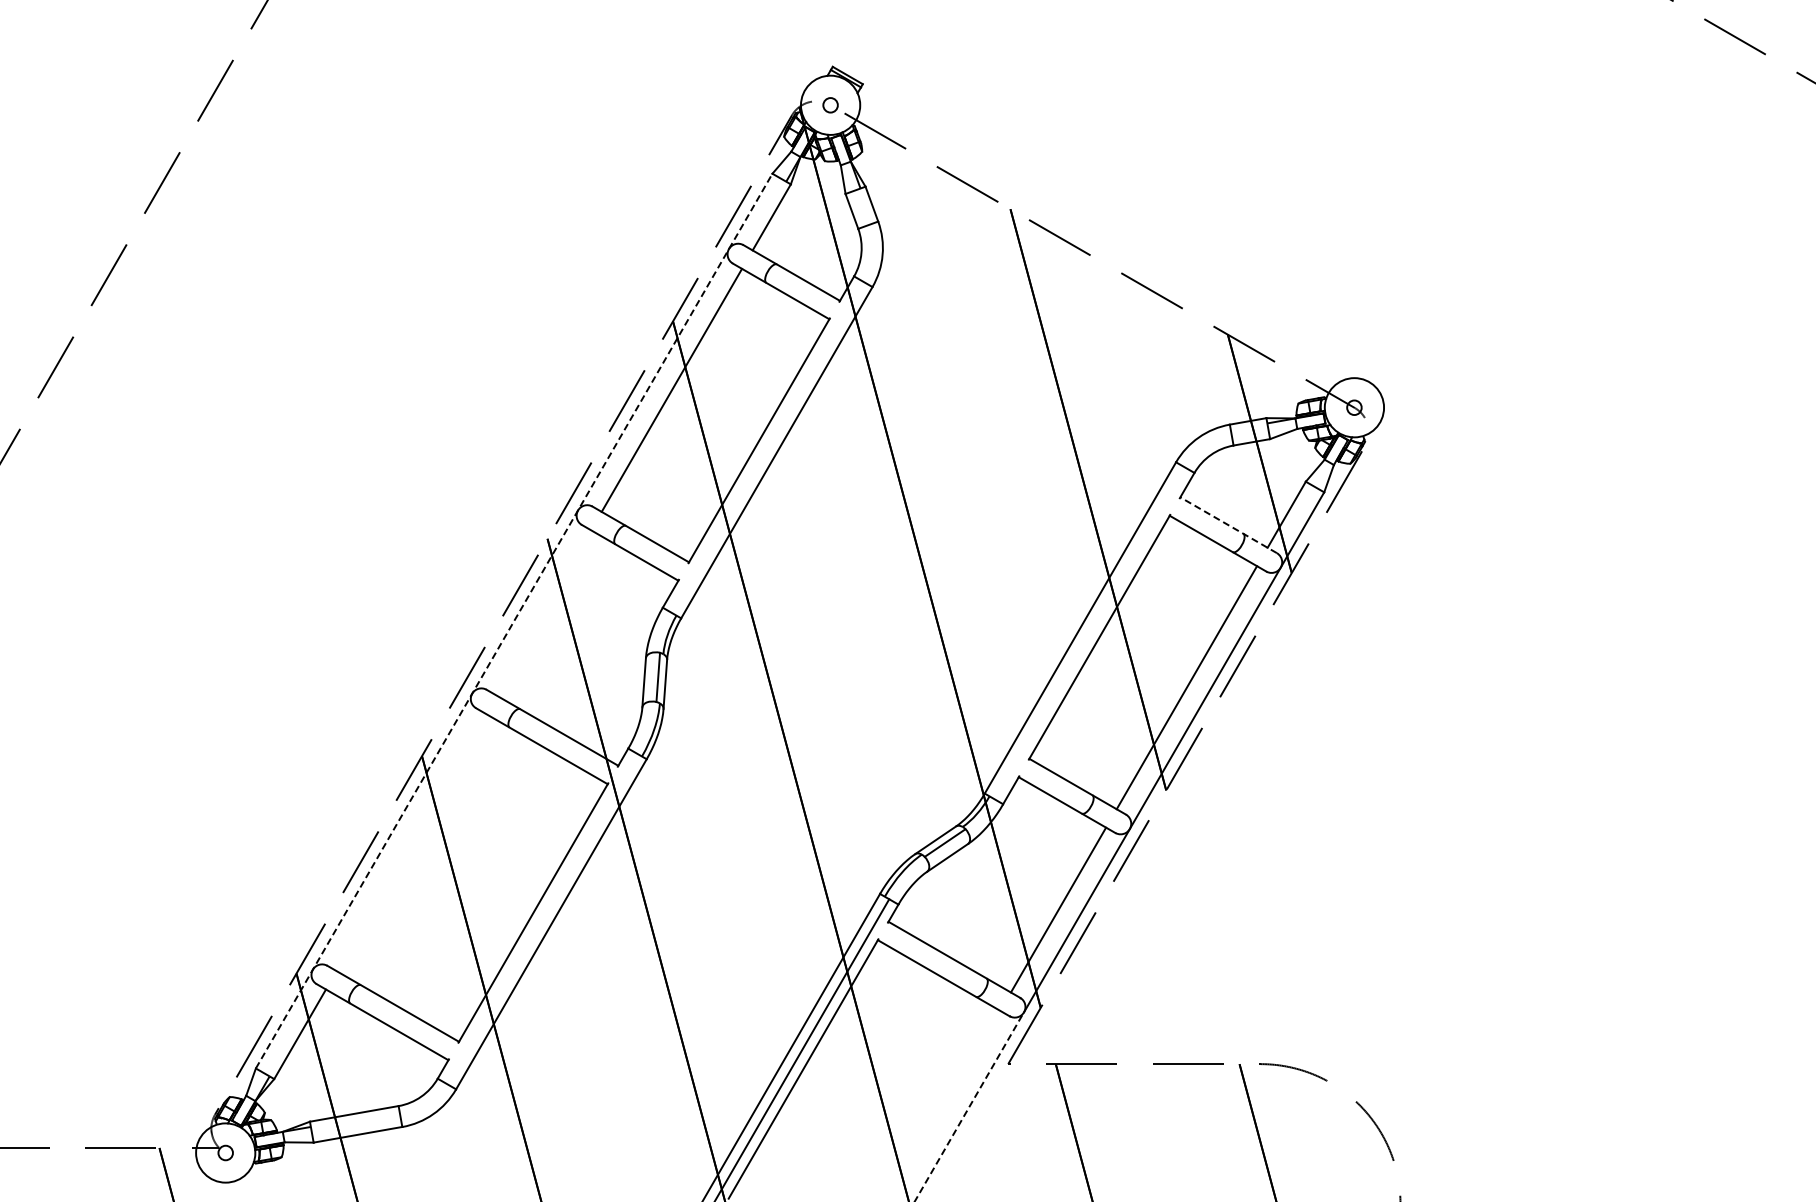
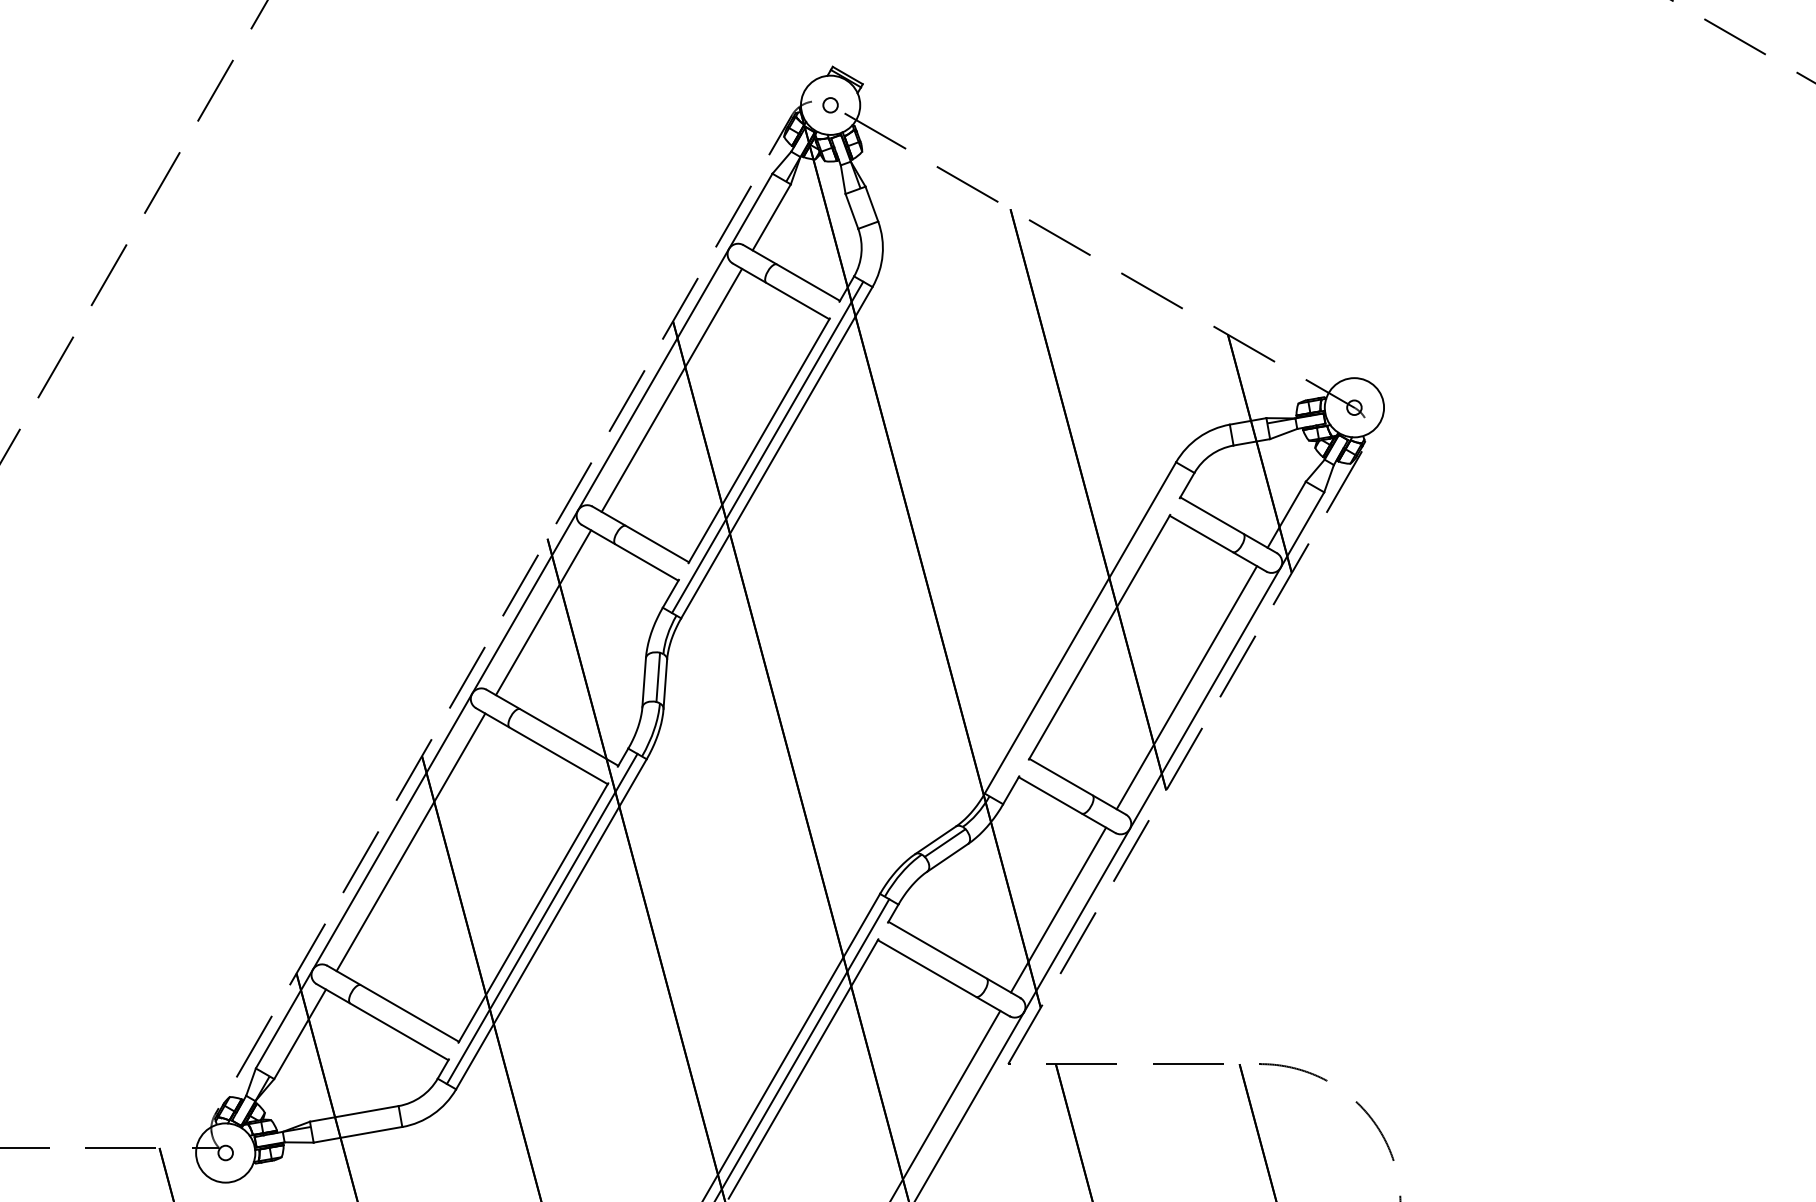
line at (767, 447): none -> present
line at (1228, 525): dashed -> solid
line at (543, 612): none -> present
line at (514, 621): dashed -> solid
line at (410, 842): none -> present
line at (541, 918): none -> present
line at (946, 1104): none -> present
line at (969, 1106): dashed -> solid
